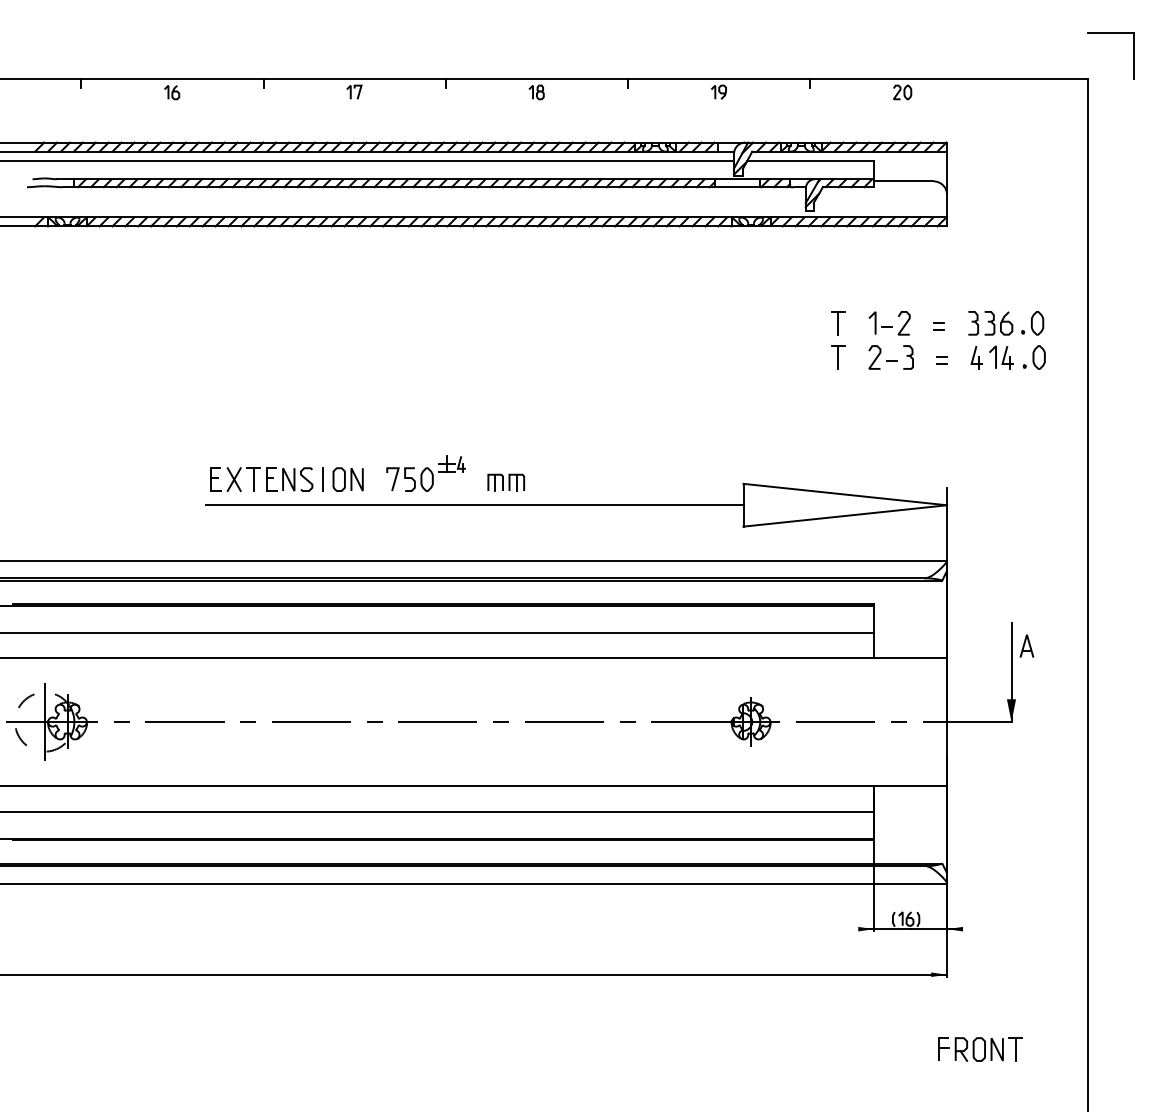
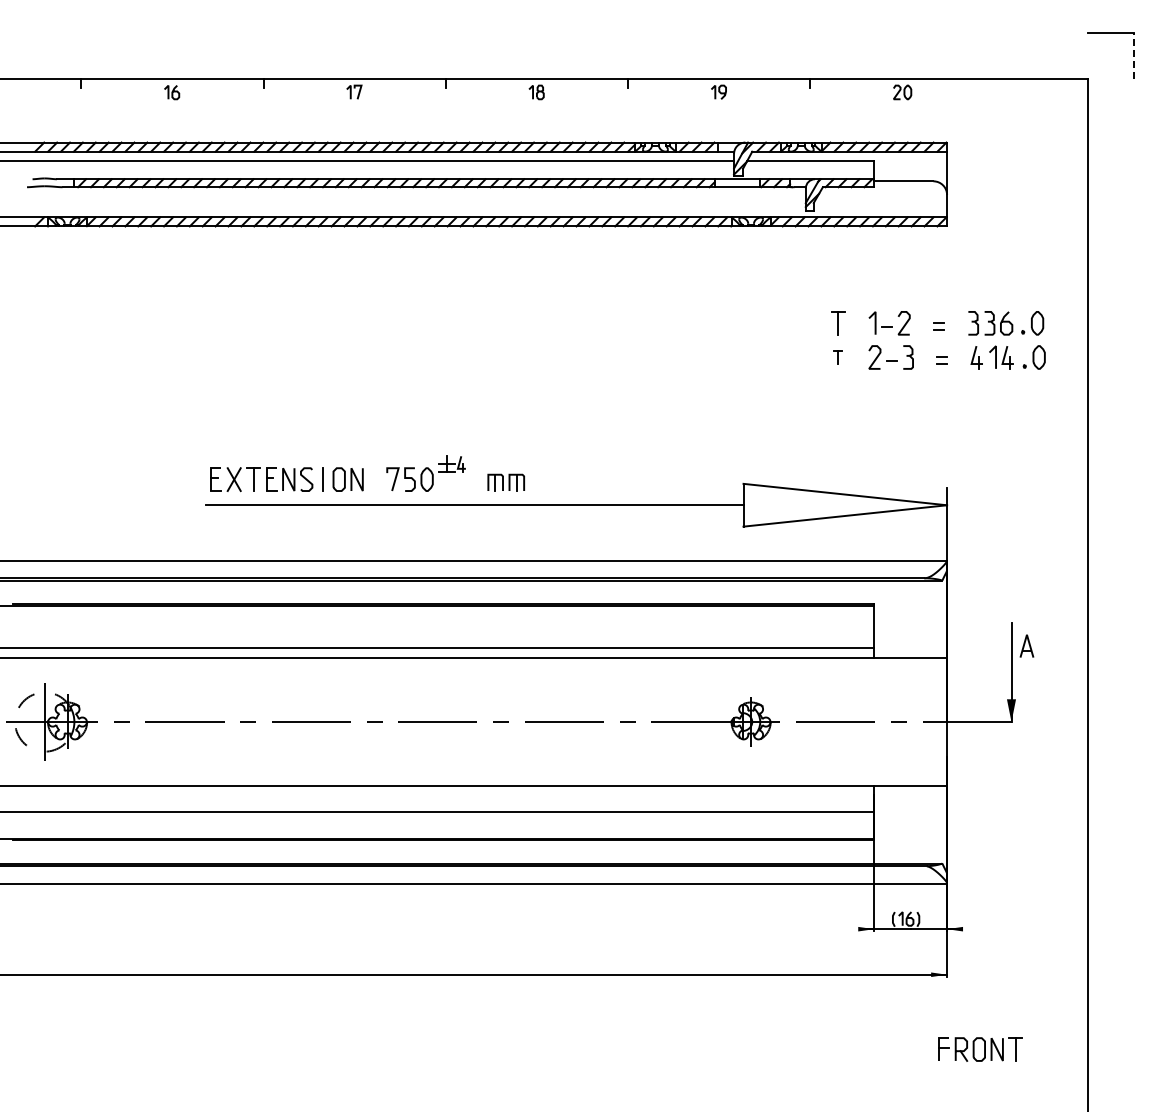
line at (1133, 56): solid -> dashed
part at (838, 357) size: 15x25 px -> 10x15 px
line at (438, 632) position: (438, 632) -> (438, 647)
